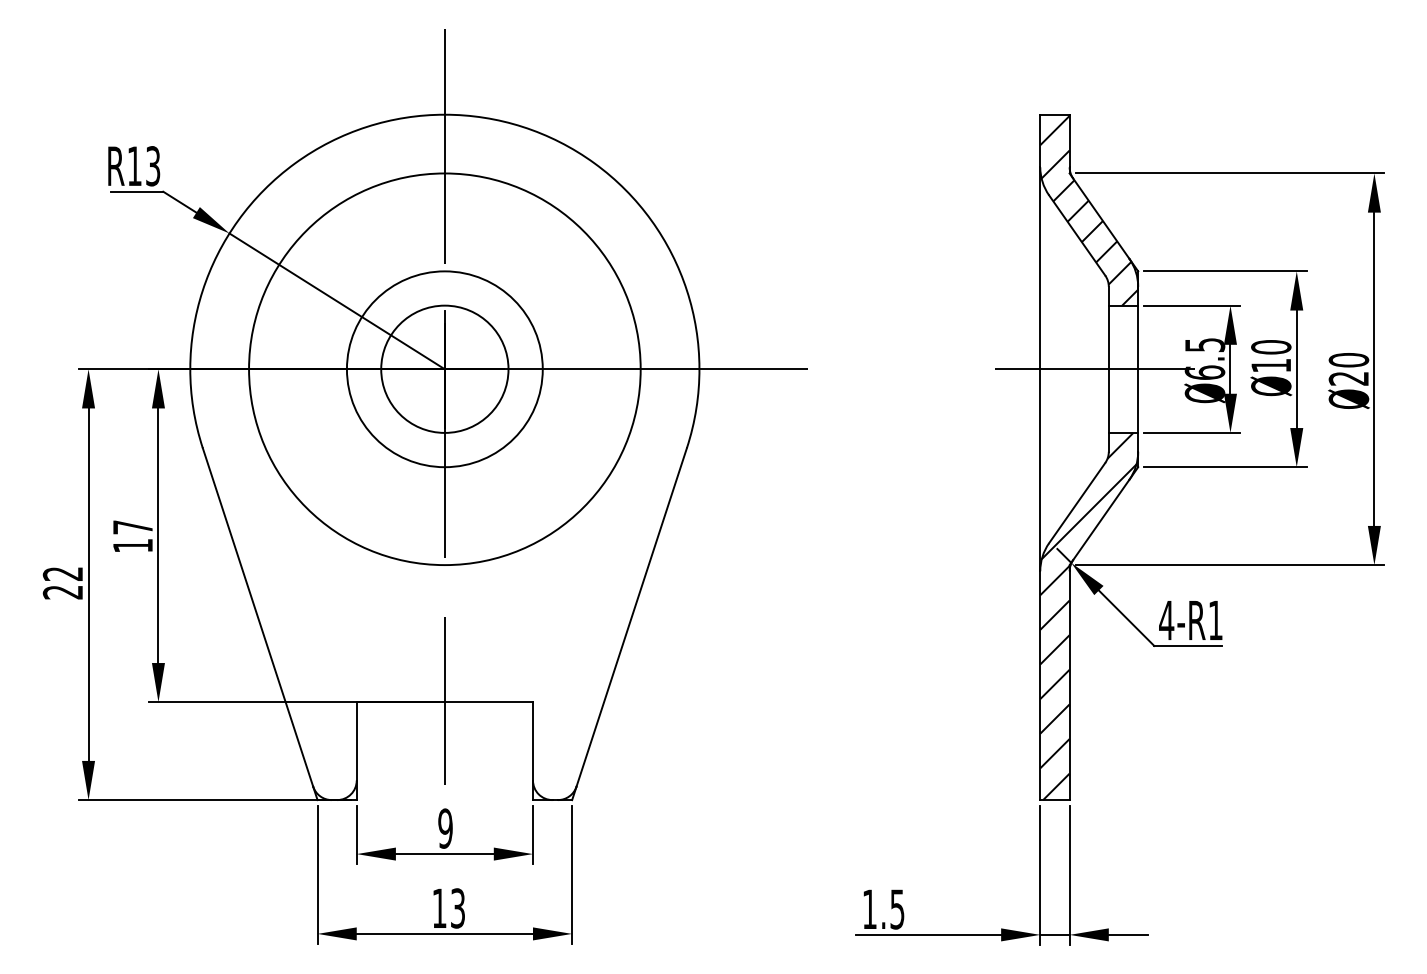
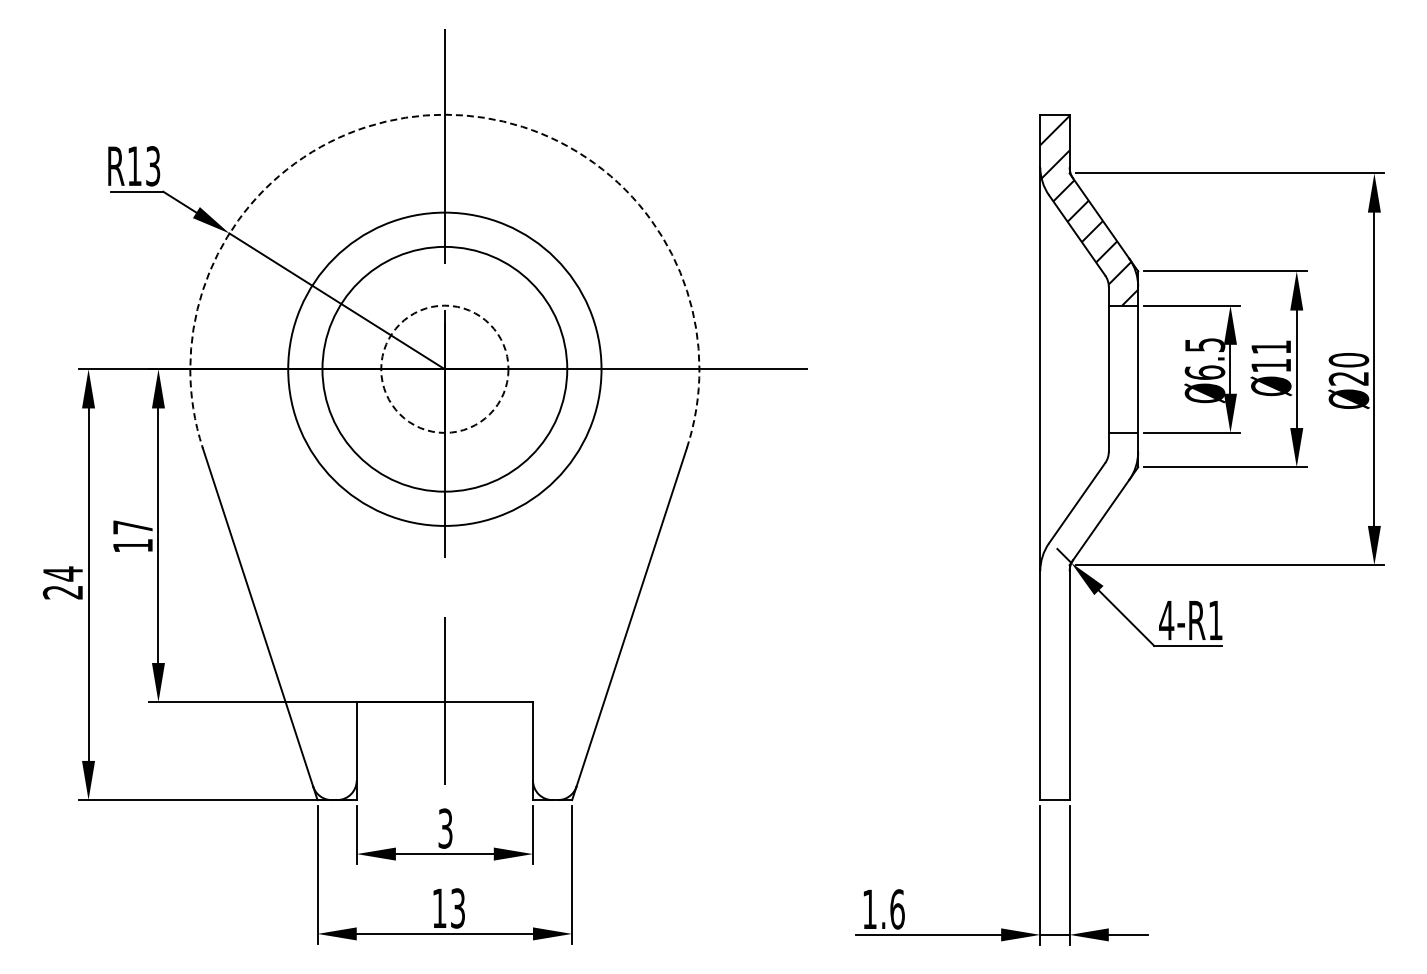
arc at (444, 114): solid -> dashed
text at (1271, 347): Ø10 -> Ø11
circle at (444, 368): solid -> dashed
circle at (444, 369) diameter: 196 px -> 245 px
circle at (444, 369) diameter: 392 px -> 313 px
line at (1094, 369): present -> none
text at (62, 573): 22 -> 24
hatch at (1088, 616): present -> none
text at (445, 828): 9 -> 3
text at (897, 909): 1.5 -> 1.6
